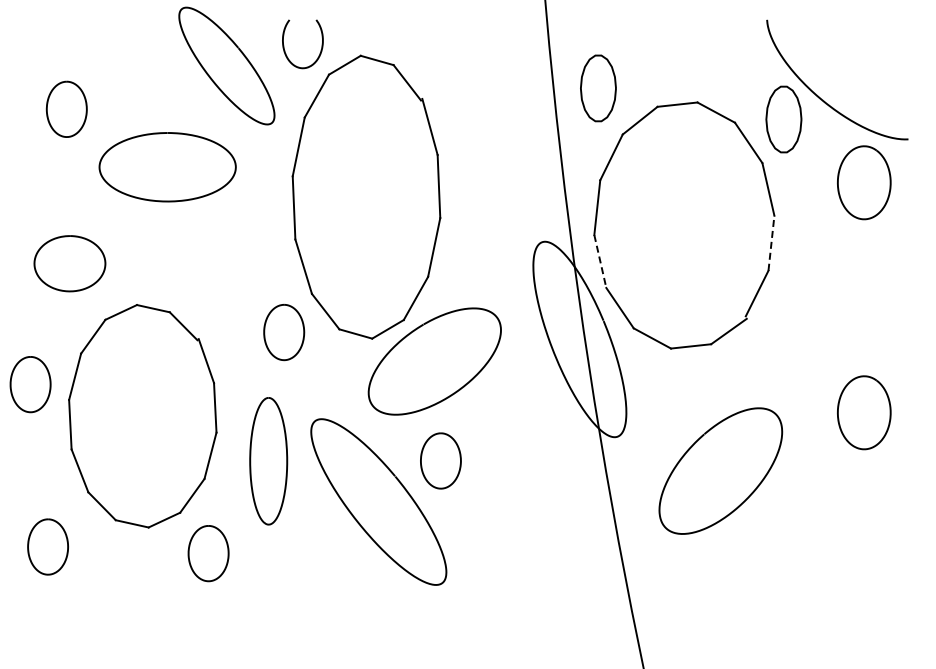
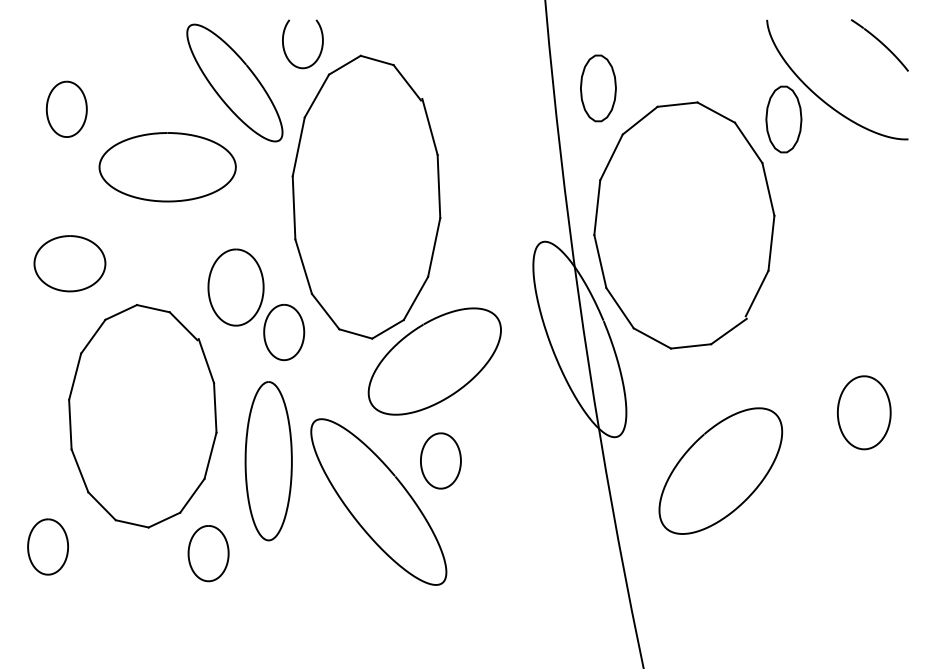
part at (879, 45): none -> present
curve at (240, 52) position: (240, 52) -> (248, 69)
curve at (889, 182): present -> none
line at (771, 243): dashed -> solid
line at (600, 262): dashed -> solid
curve at (209, 287): none -> present
curve at (11, 384): present -> none
part at (268, 461) size: 40x129 px -> 49x161 px
